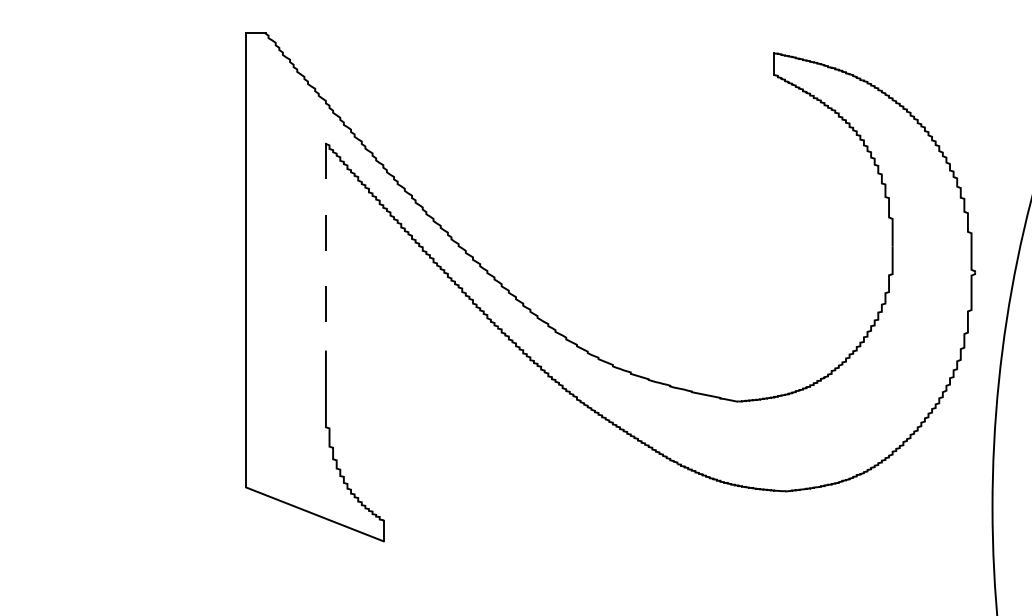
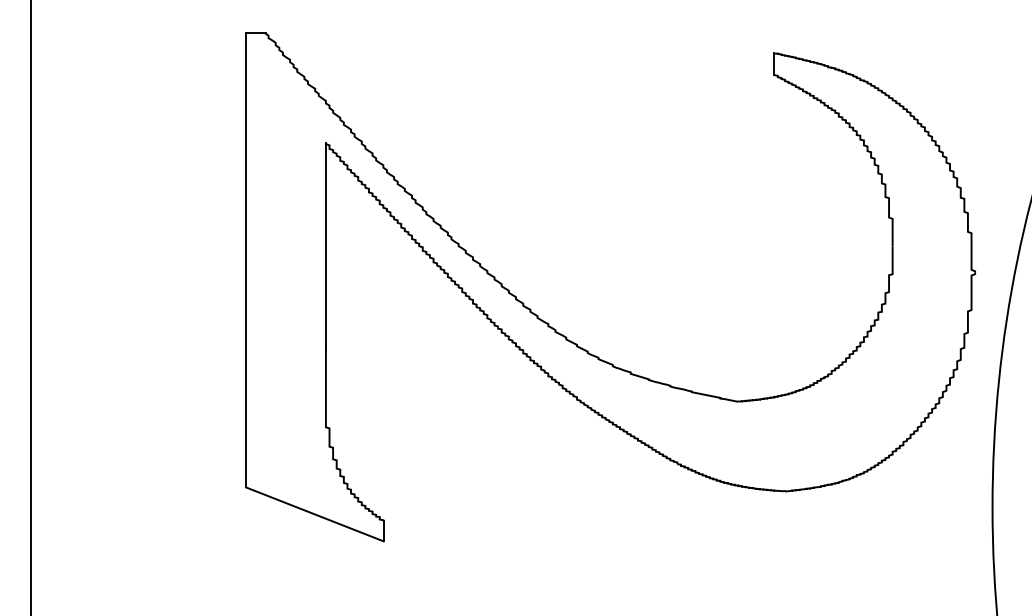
line at (325, 246): dashed -> solid
line at (30, 307): none -> present
